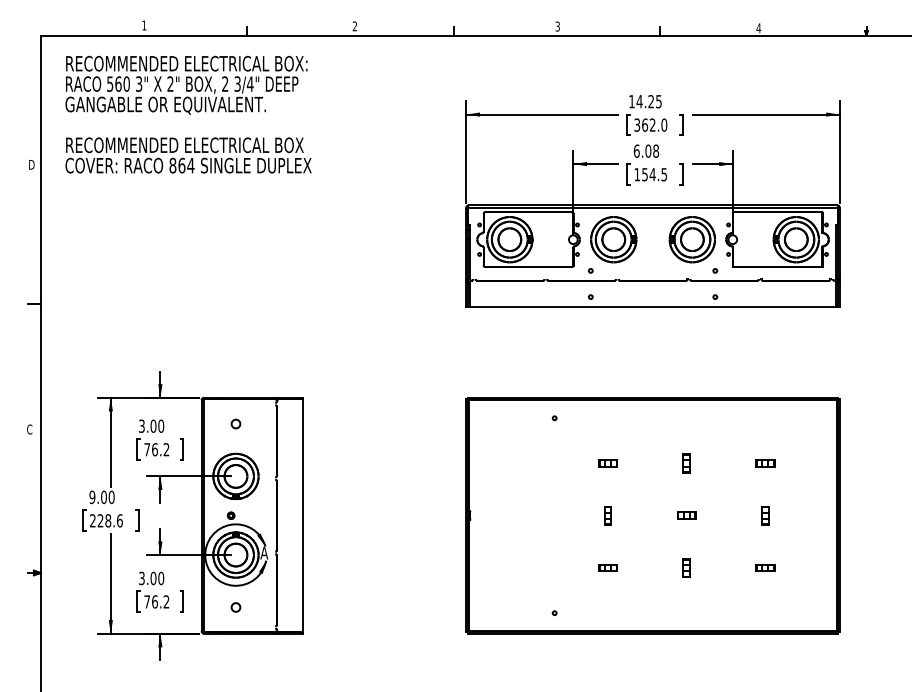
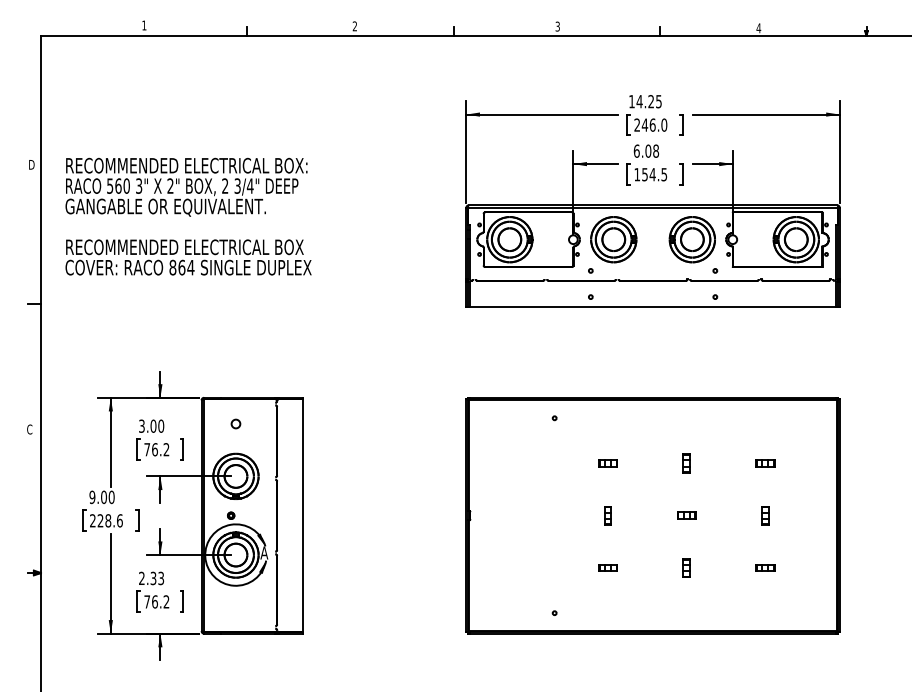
text at (188, 114) position: (188, 114) -> (188, 216)
text at (644, 124): 362.0 -> 246.0
text at (151, 578): 3.00 -> 2.33
circle at (235, 607): present -> none
